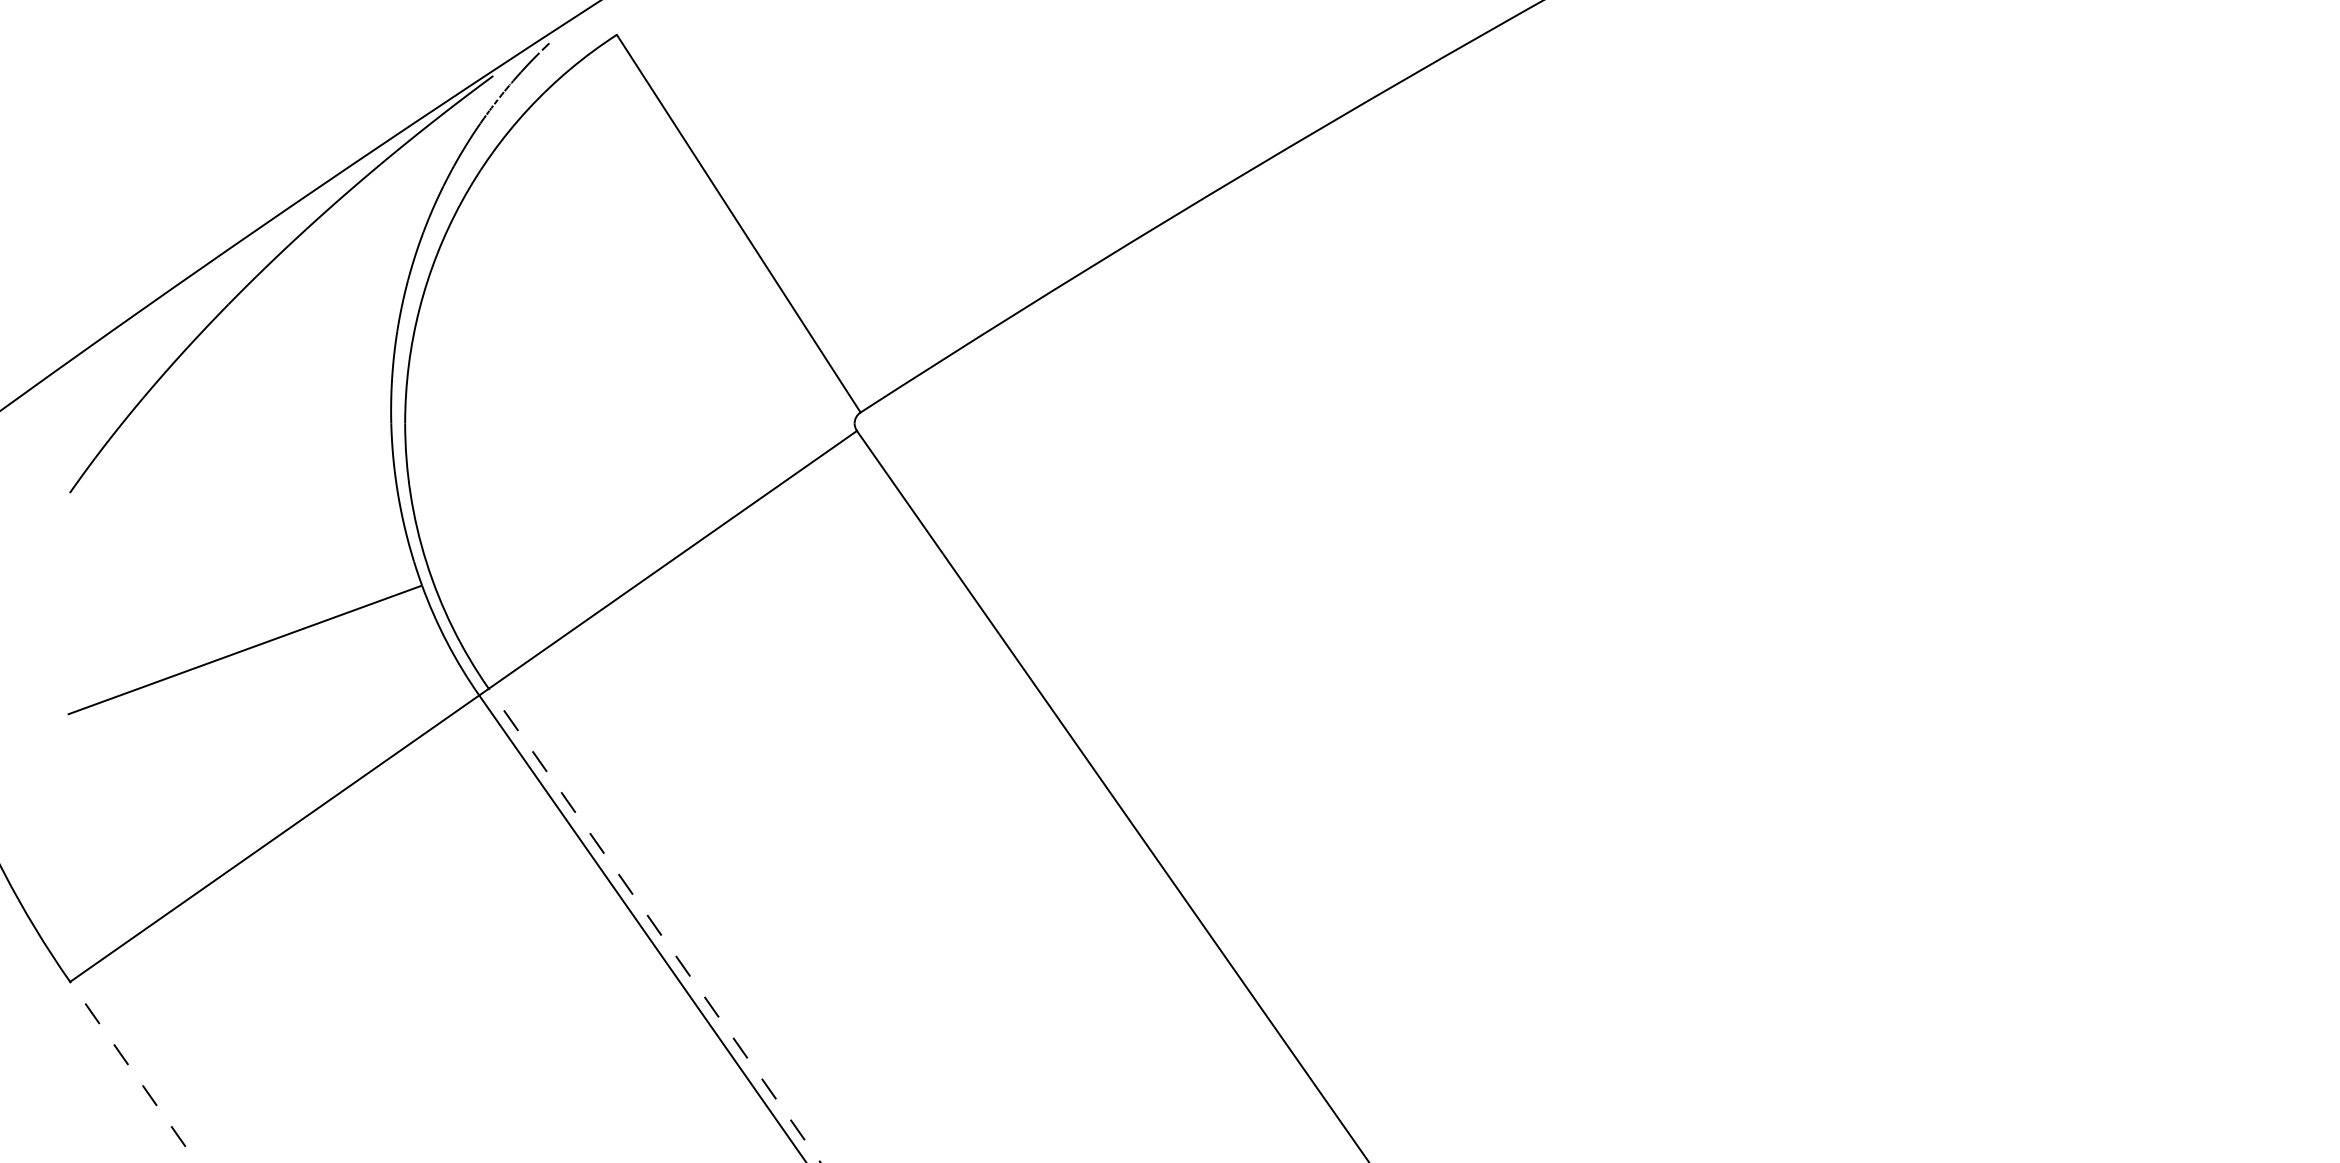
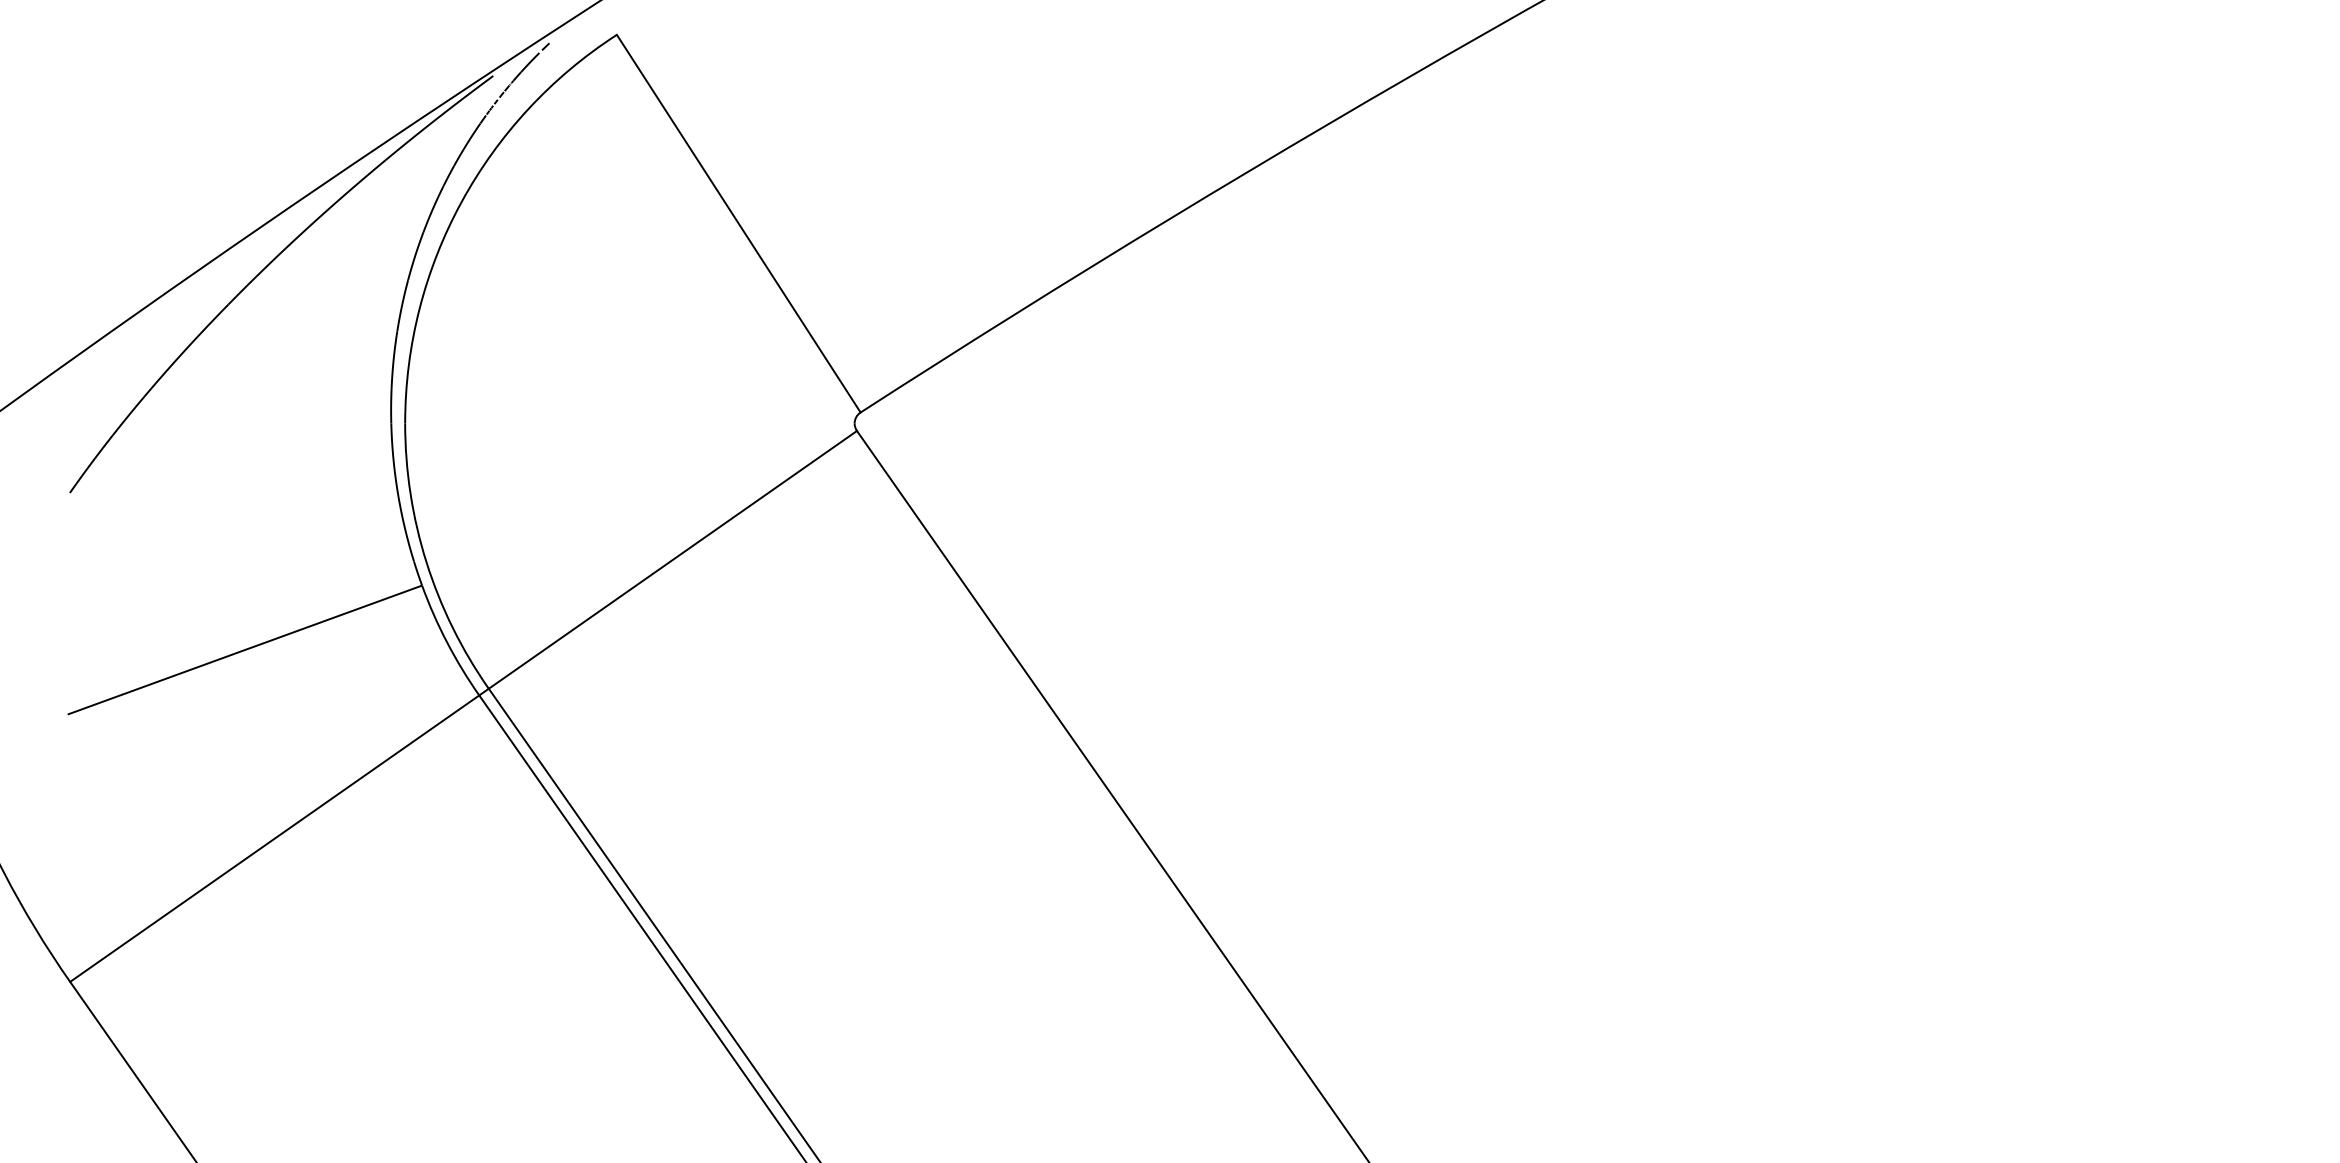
line at (654, 925): dashed -> solid
line at (133, 1071): dashed -> solid
